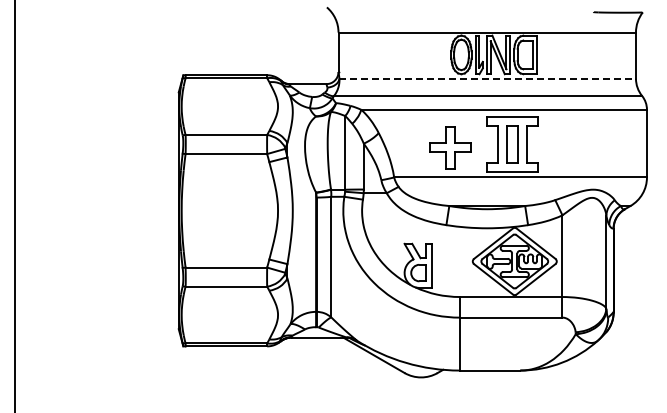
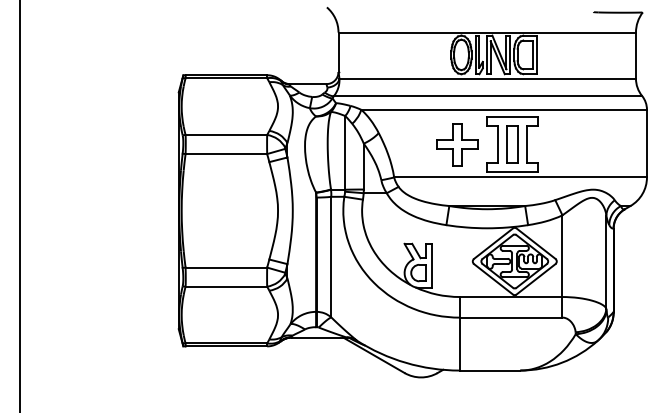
line at (488, 78): dashed -> solid
part at (450, 147) position: (450, 147) -> (457, 144)
line at (15, 205) position: (15, 205) -> (20, 205)
